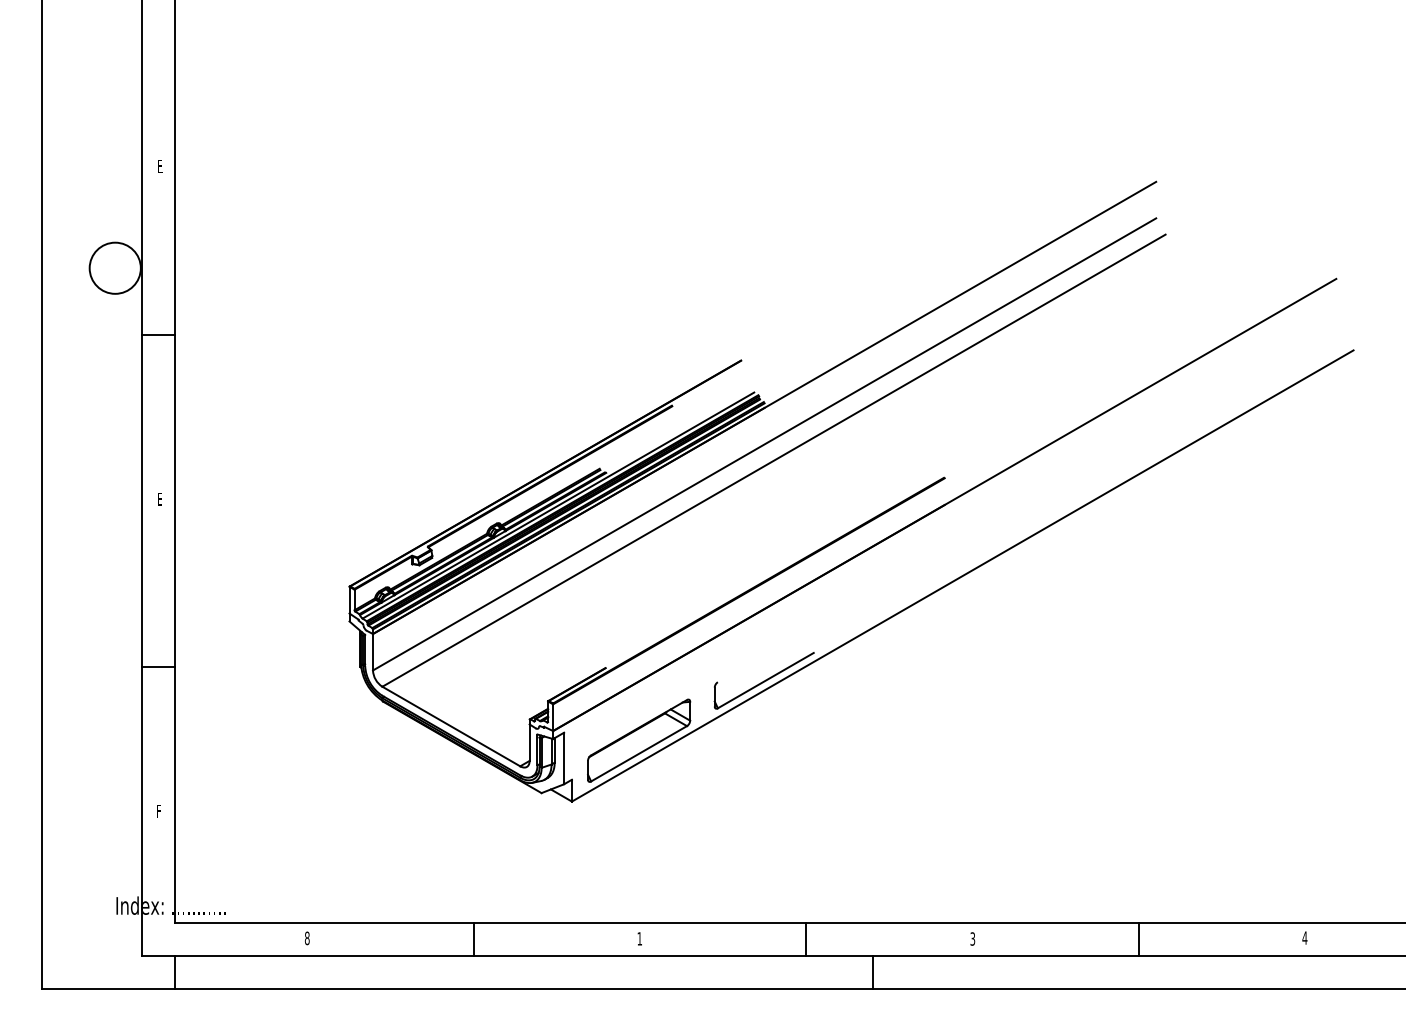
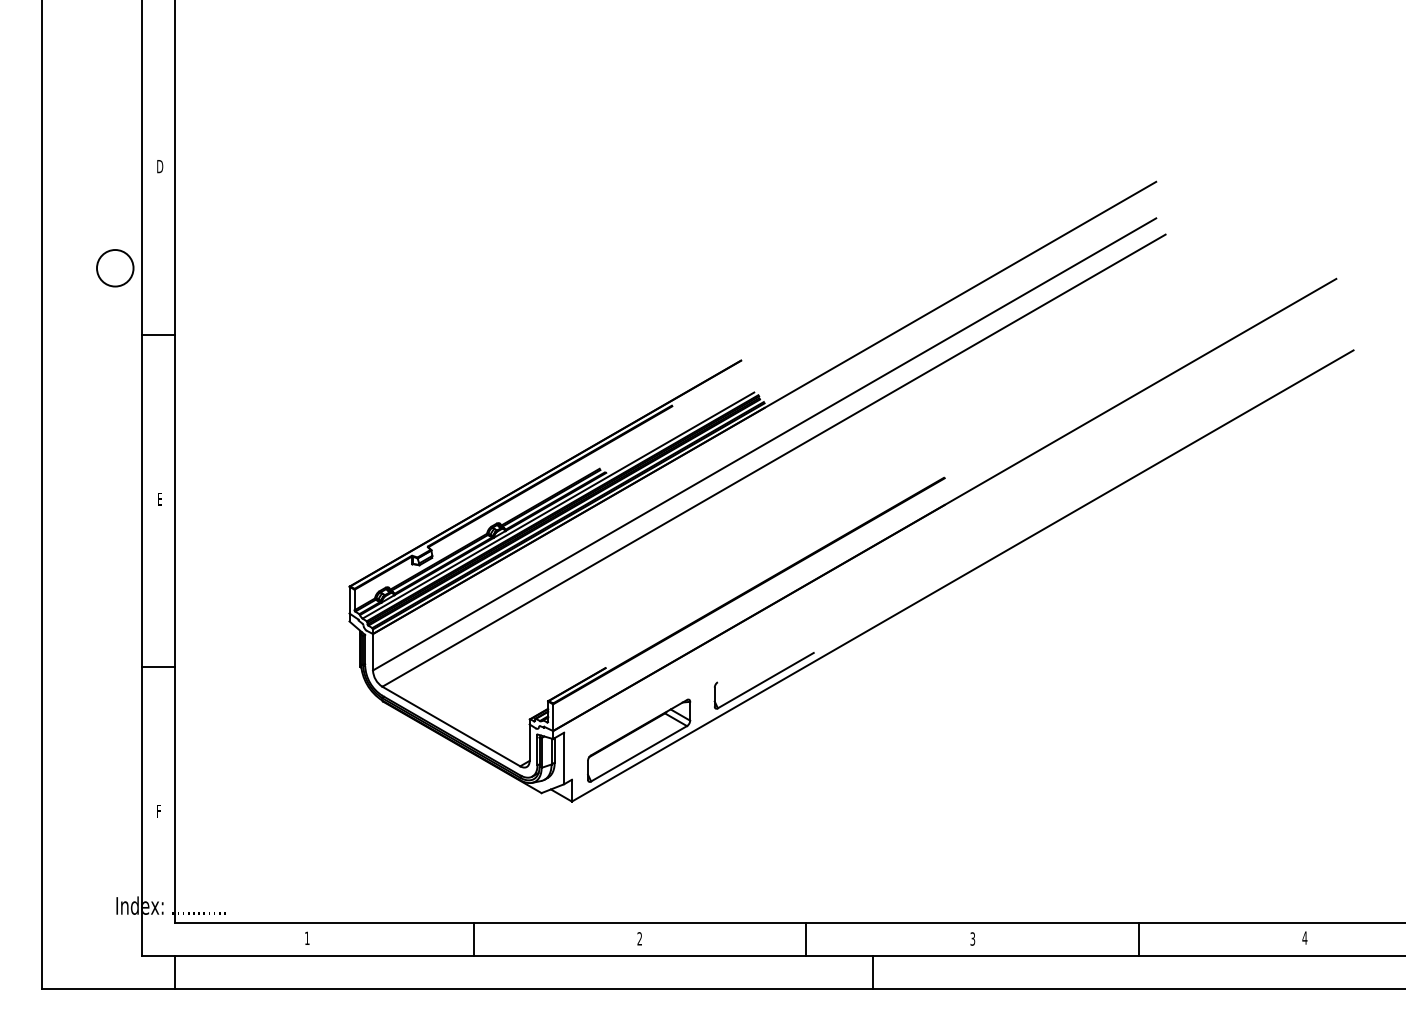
text at (160, 166): E -> D
circle at (114, 267) diameter: 51 px -> 37 px
text at (306, 938): 8 -> 1
text at (639, 938): 1 -> 2
